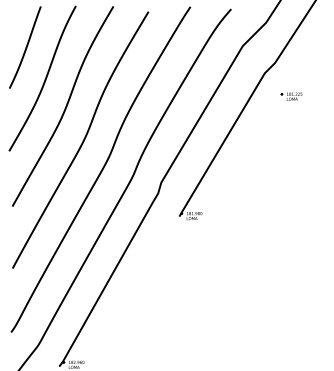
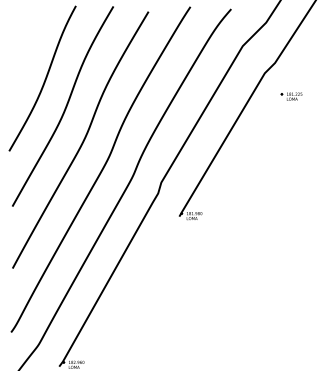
curve at (25, 47): present -> none
